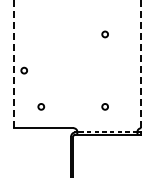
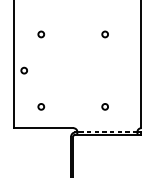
circle at (41, 34): none -> present
line at (13, 64): dashed -> solid
line at (141, 64): dashed -> solid
